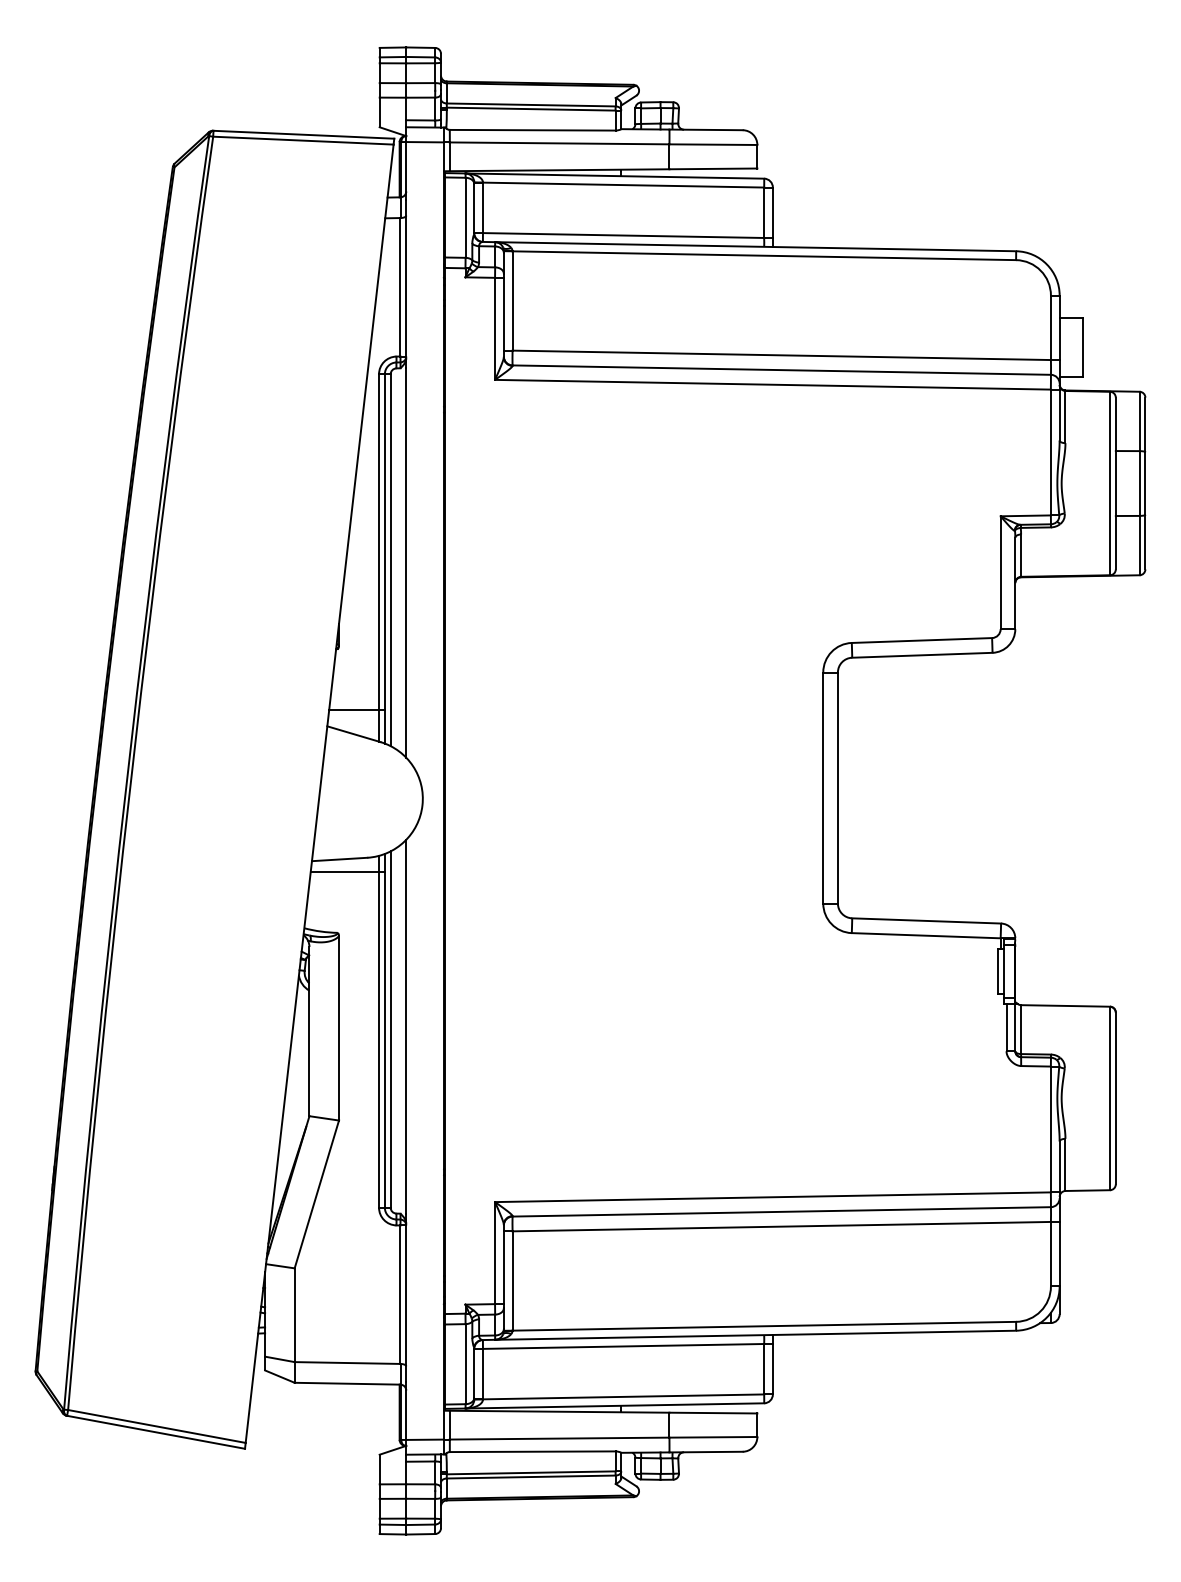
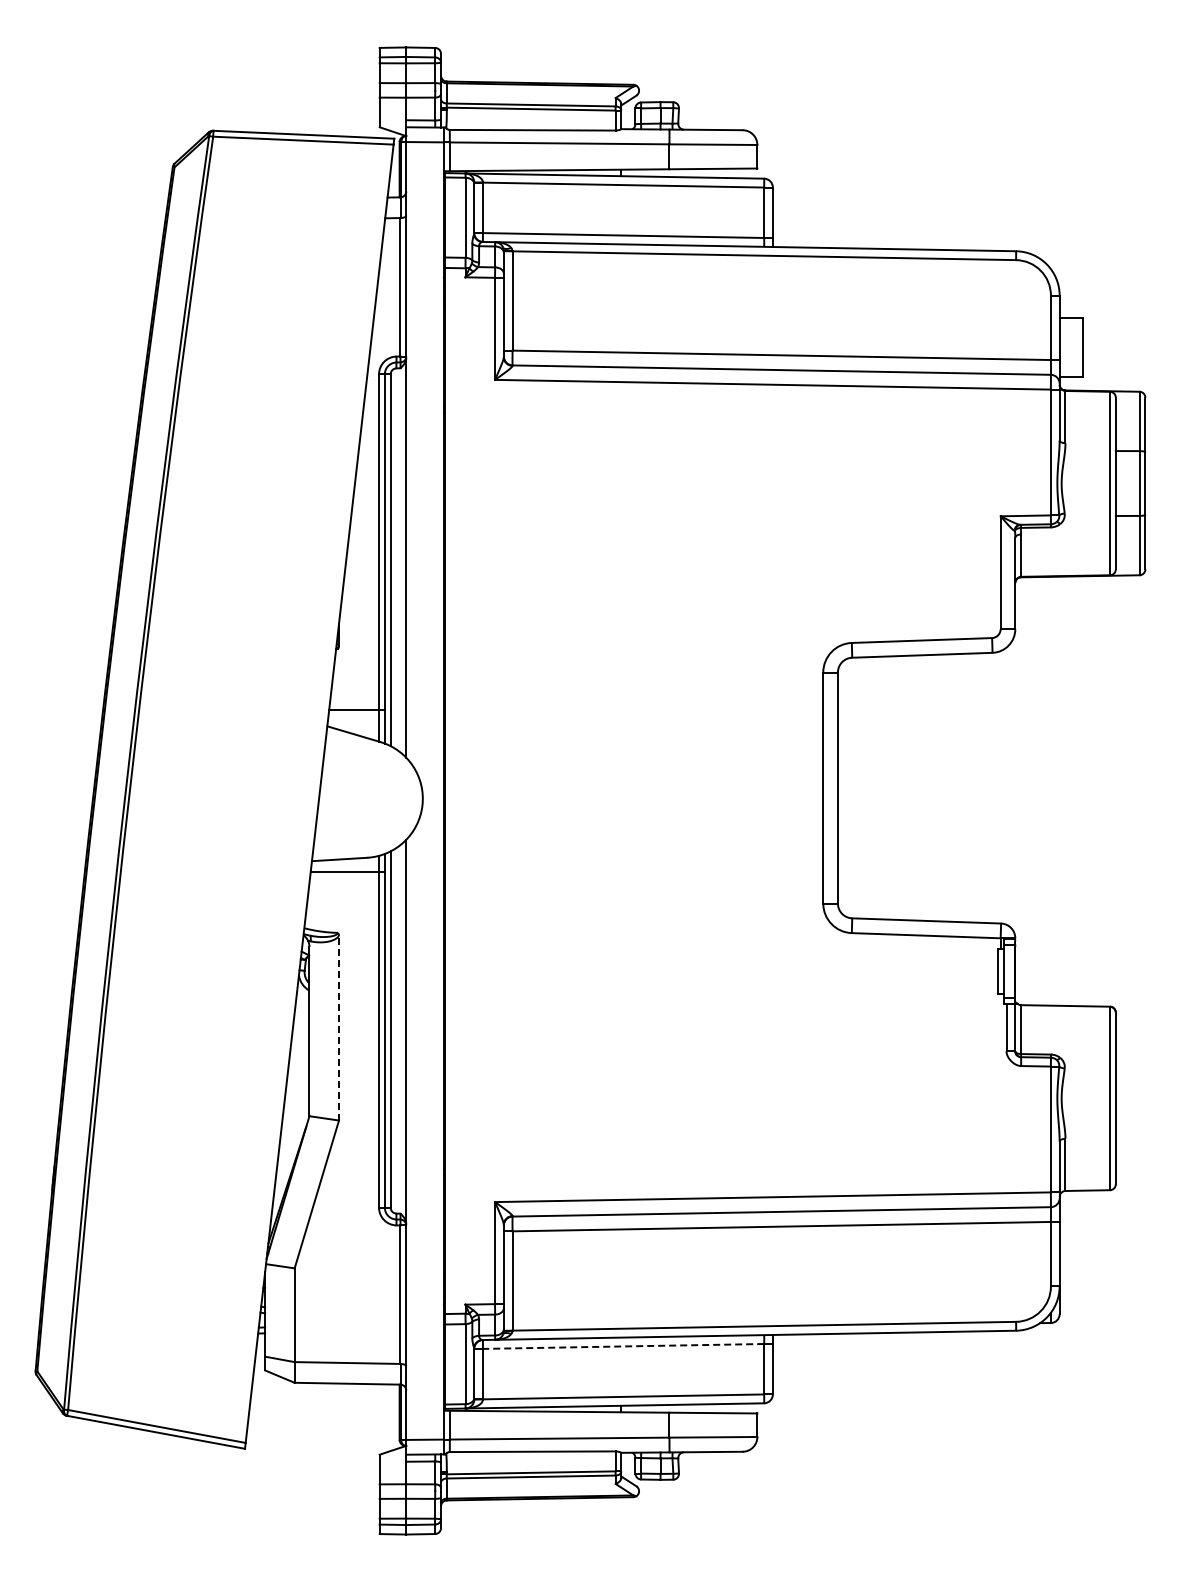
line at (339, 1027): solid -> dashed
line at (623, 1346): solid -> dashed
